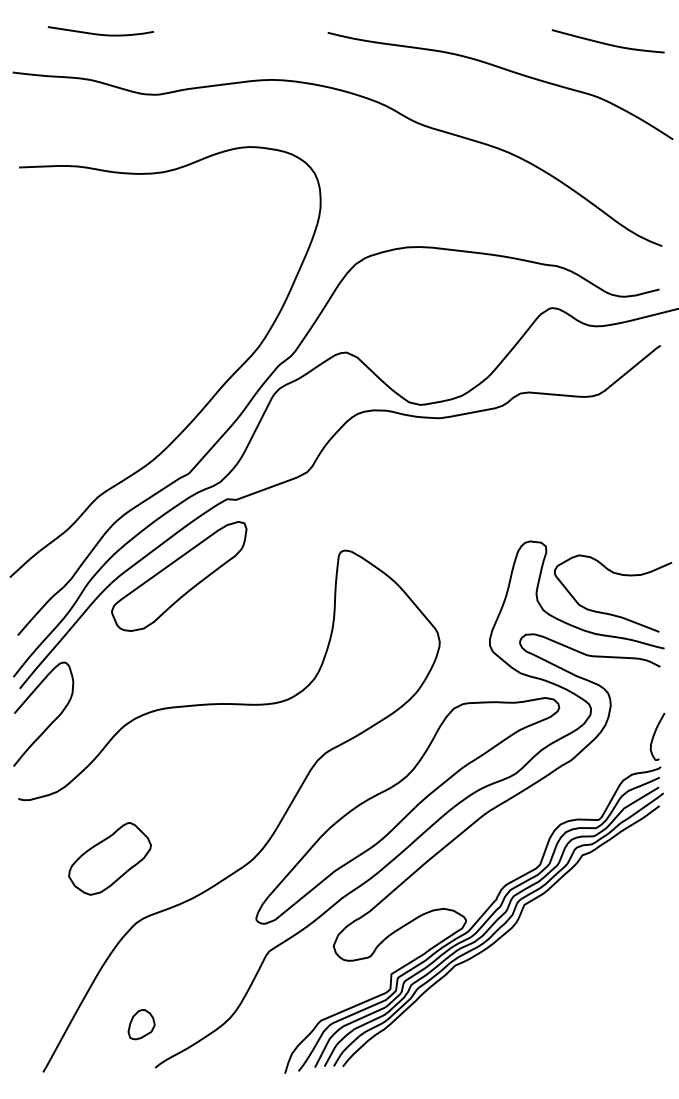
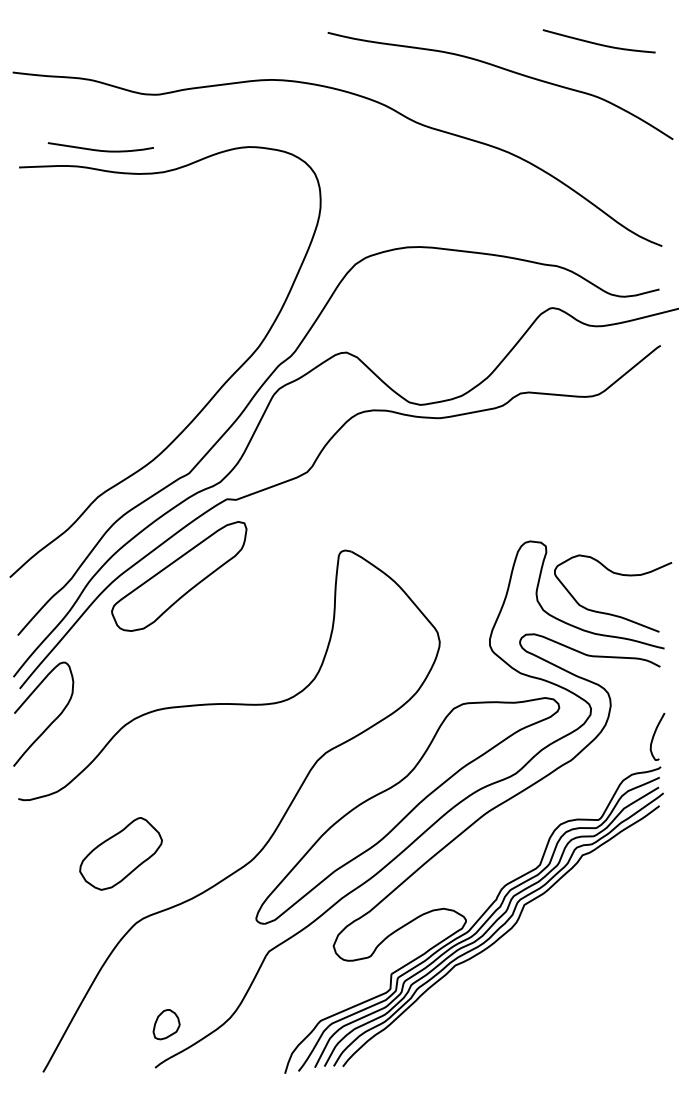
curve at (100, 33) position: (100, 33) -> (100, 149)
curve at (607, 43) position: (607, 43) -> (598, 43)
part at (109, 858) position: (109, 858) -> (120, 853)
part at (141, 1024) position: (141, 1024) -> (166, 1024)
